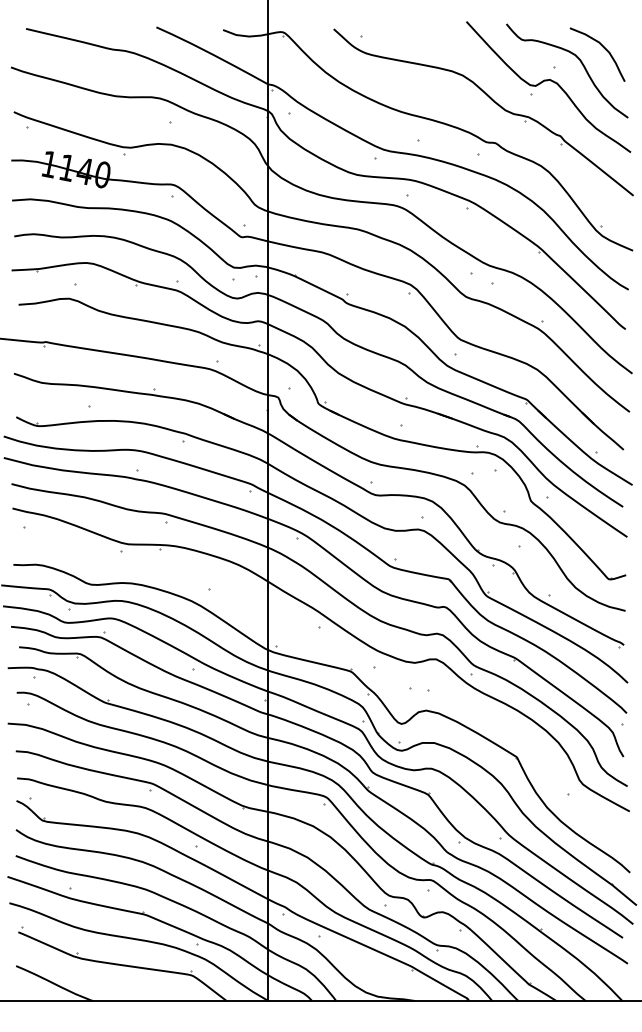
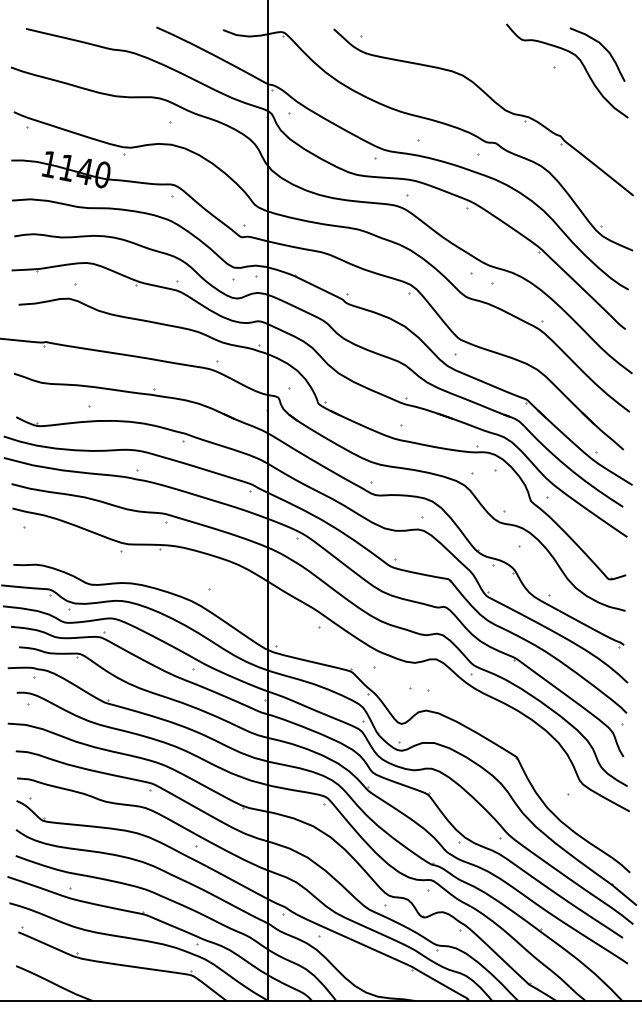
part at (548, 86): present -> none
